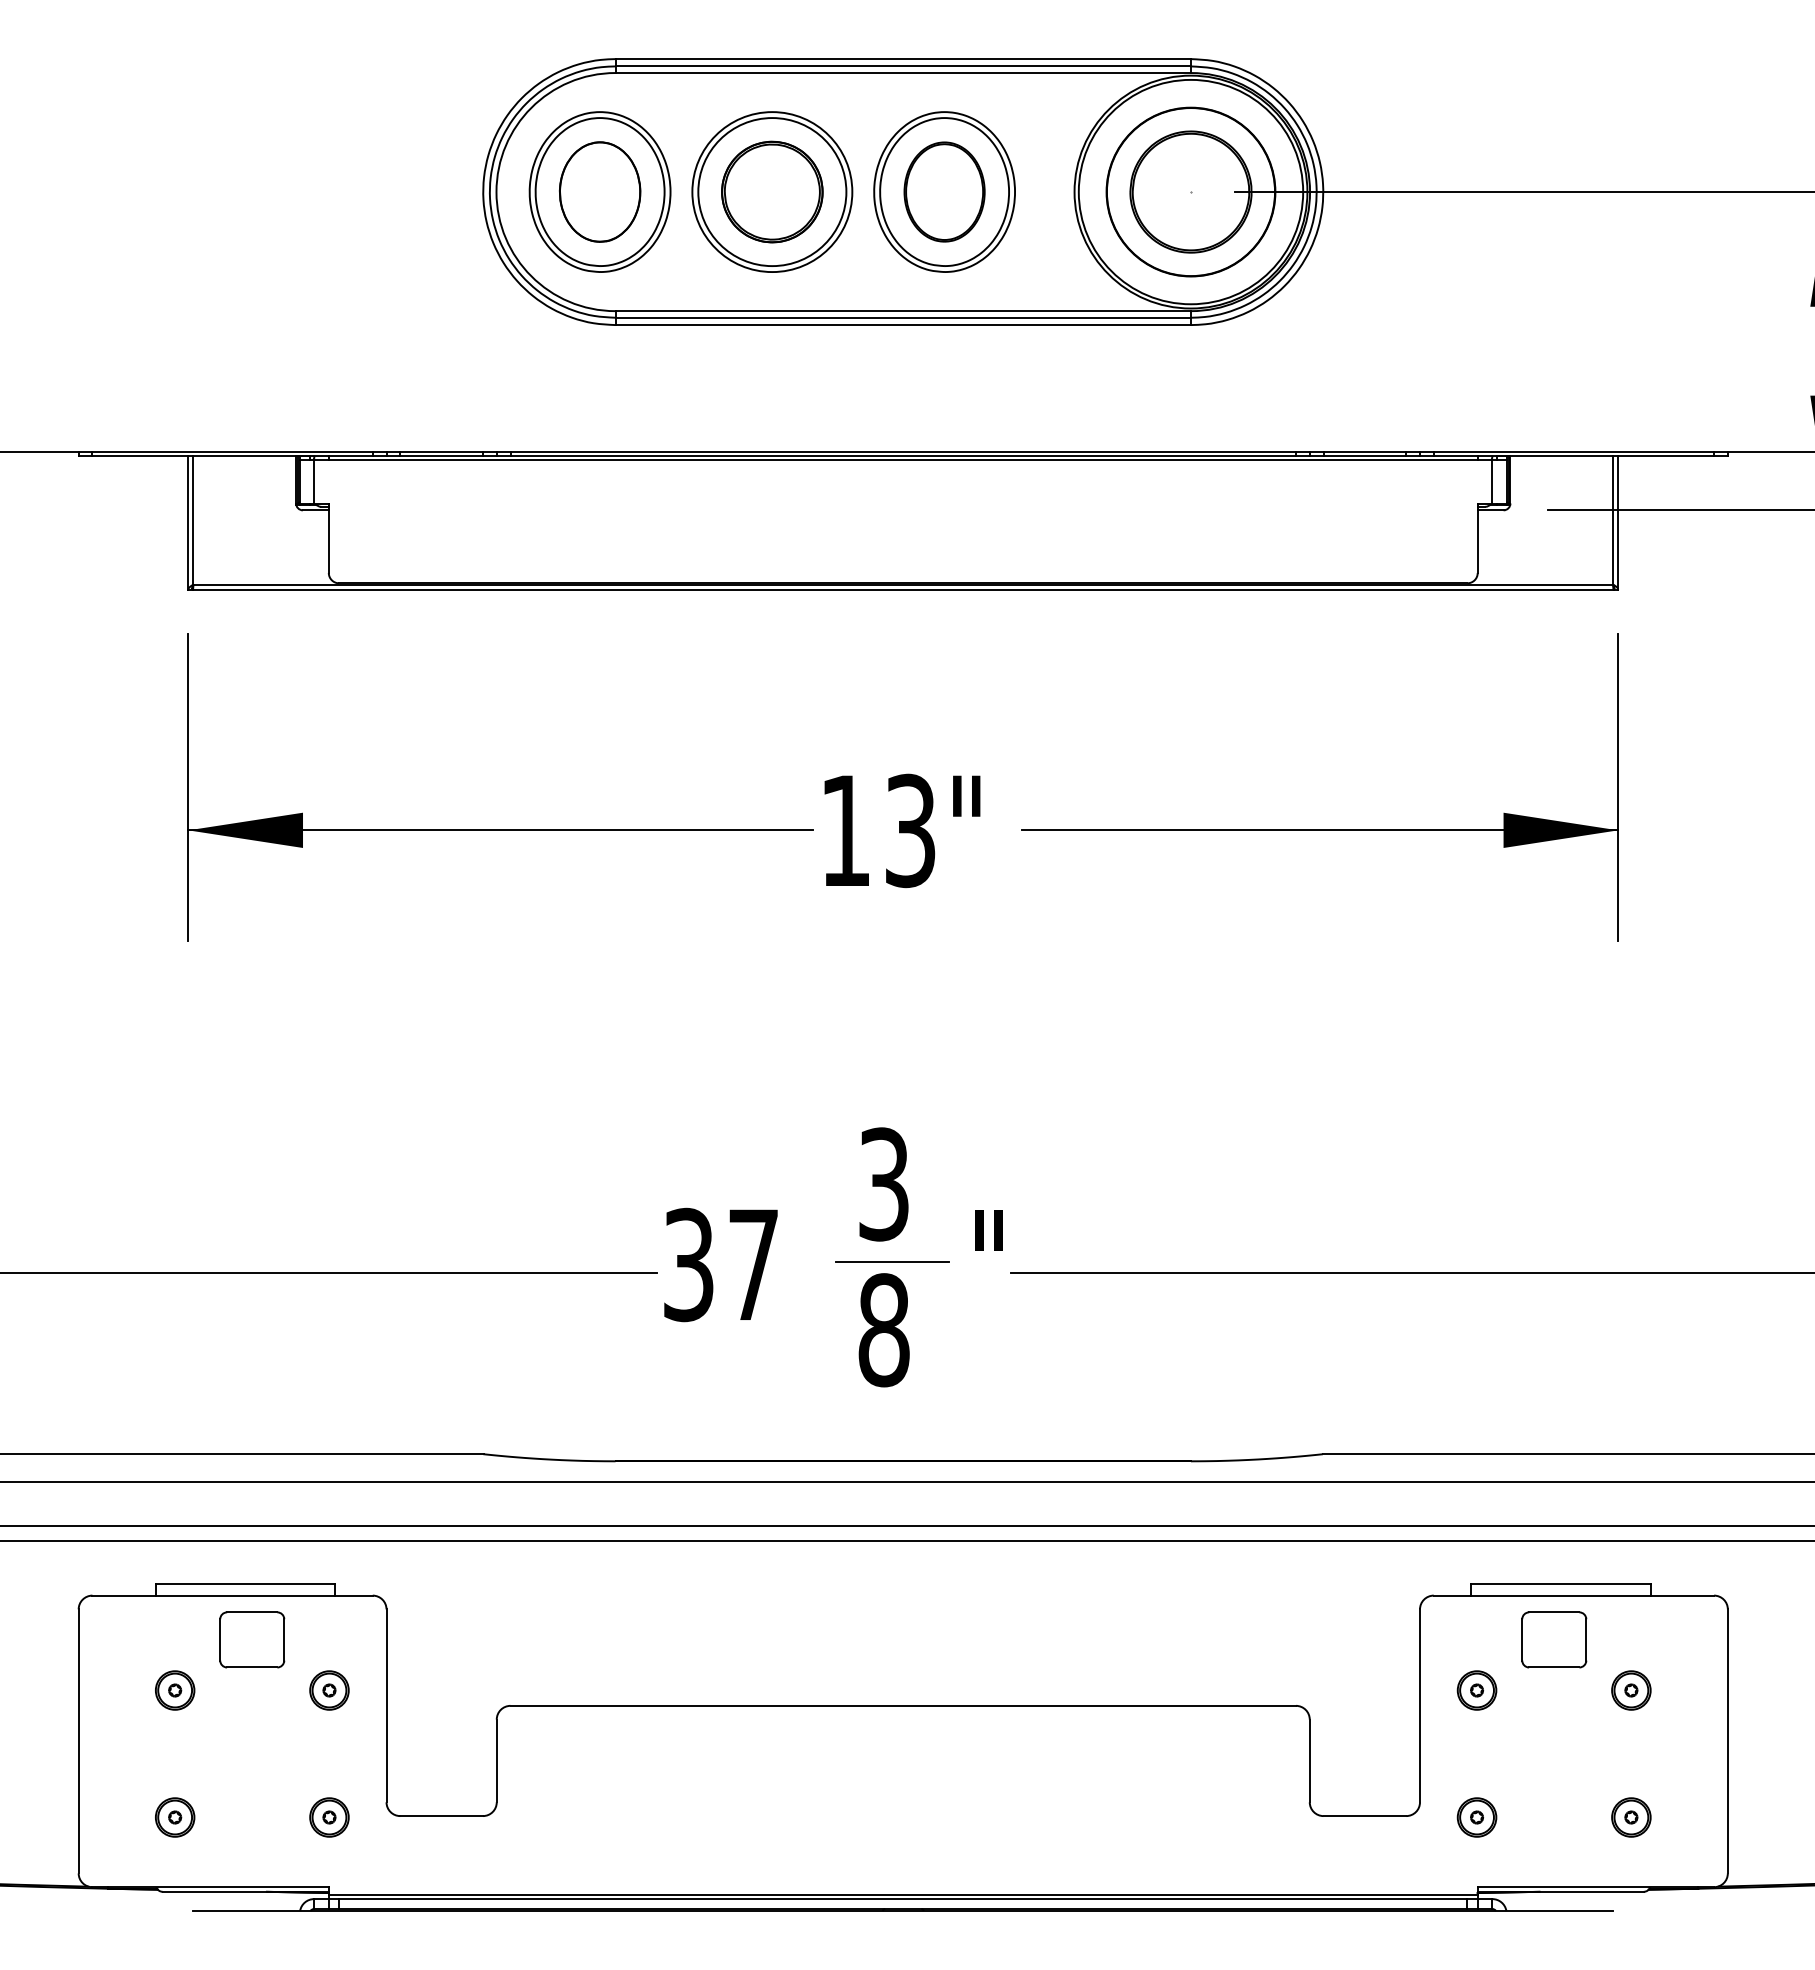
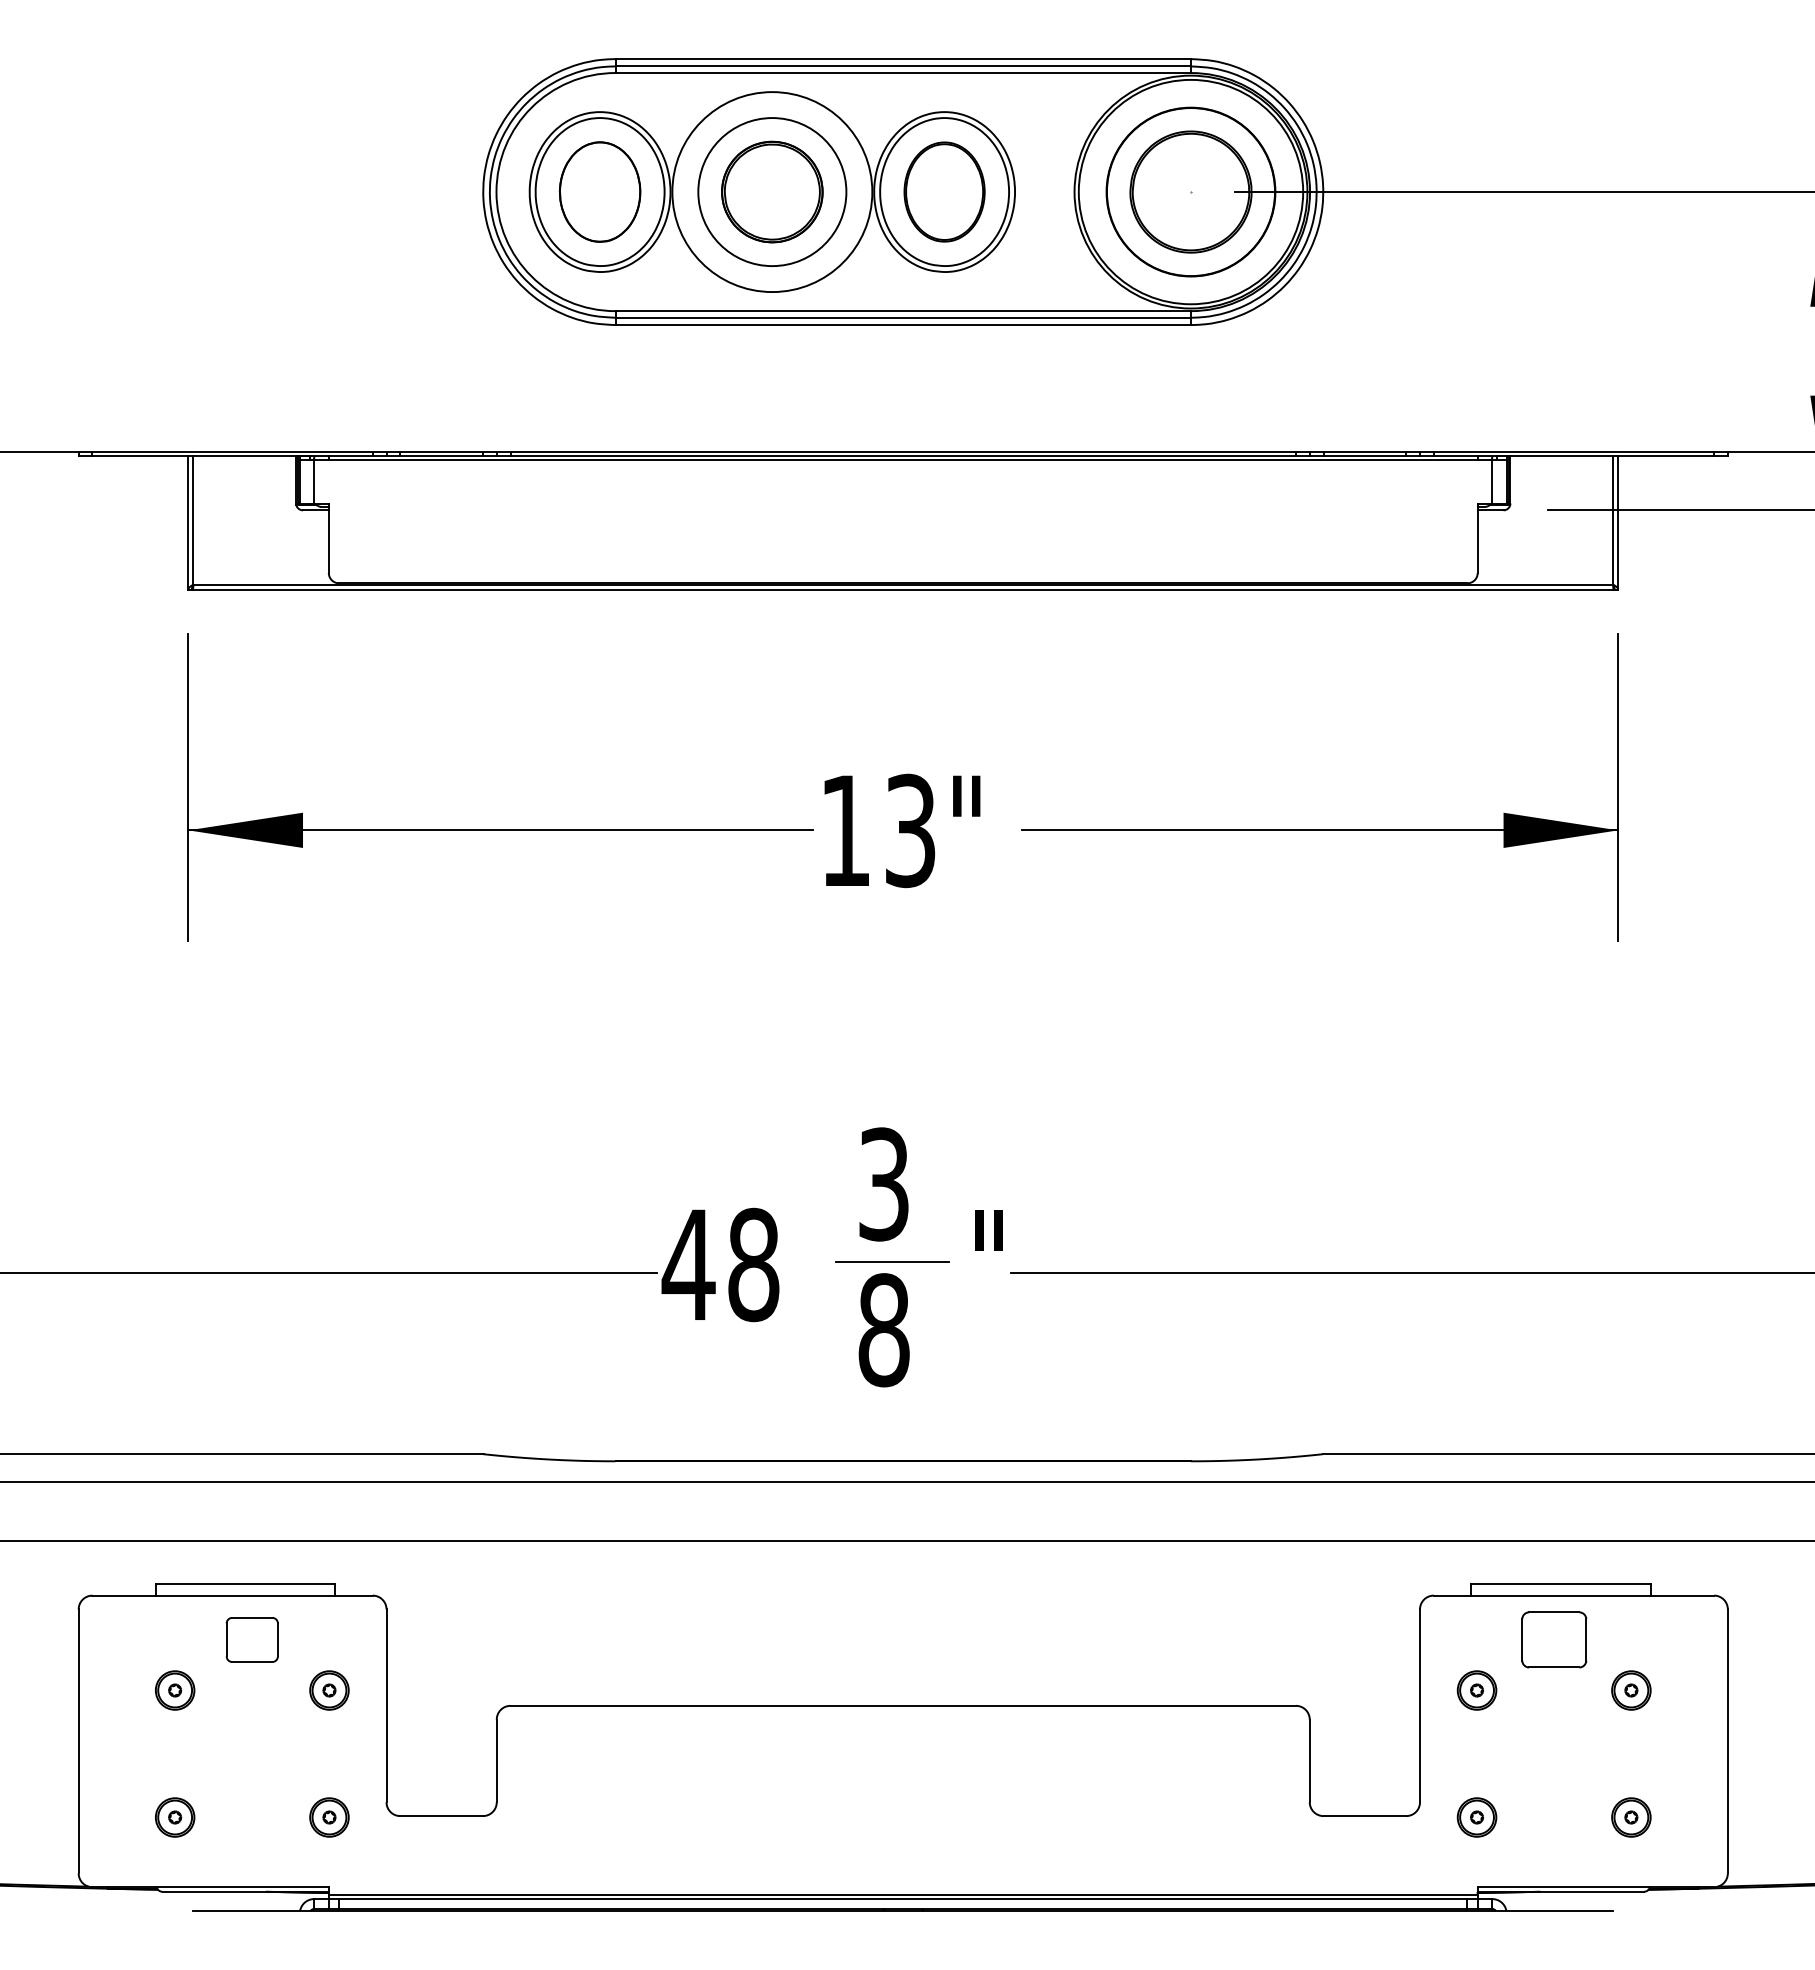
circle at (772, 192) diameter: 160 px -> 200 px
text at (720, 1264): 37 -> 48
line at (906, 1525): present -> none
part at (252, 1639) size: 67x58 px -> 54x46 px
